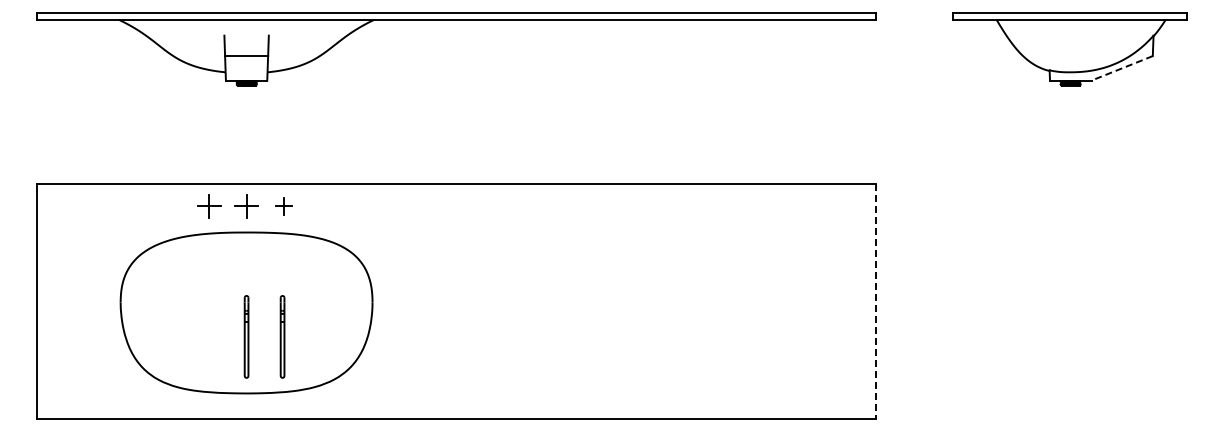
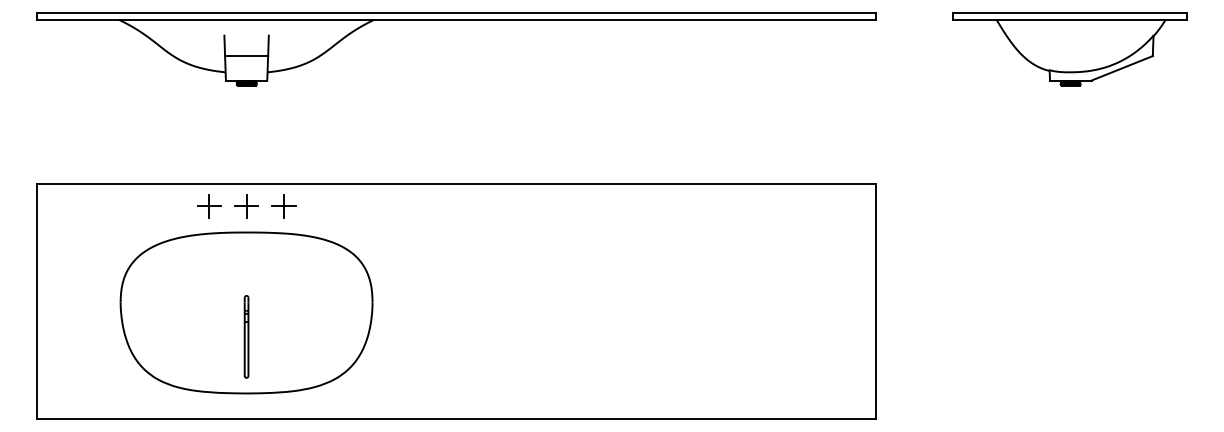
line at (1122, 68): dashed -> solid
part at (283, 206) size: 18x19 px -> 26x25 px
line at (876, 302): dashed -> solid
part at (282, 336): present -> none
